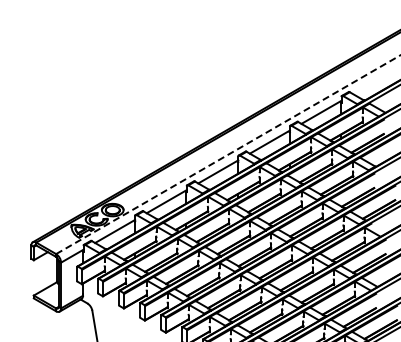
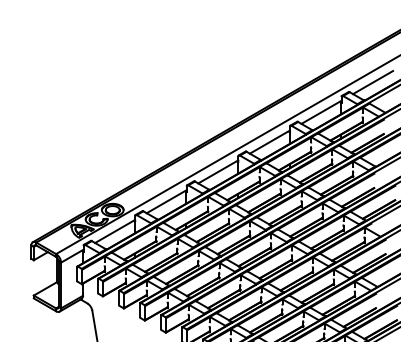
line at (373, 82): none -> present
line at (228, 154): dashed -> solid
